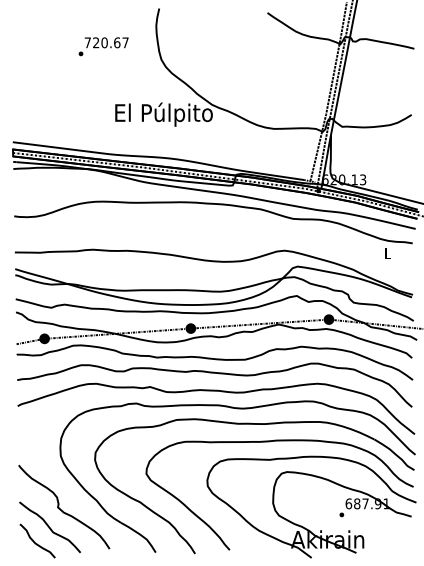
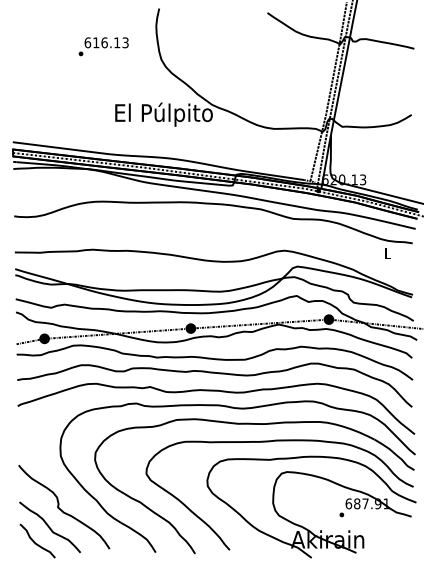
text at (106, 42): 720.67 -> 616.13
